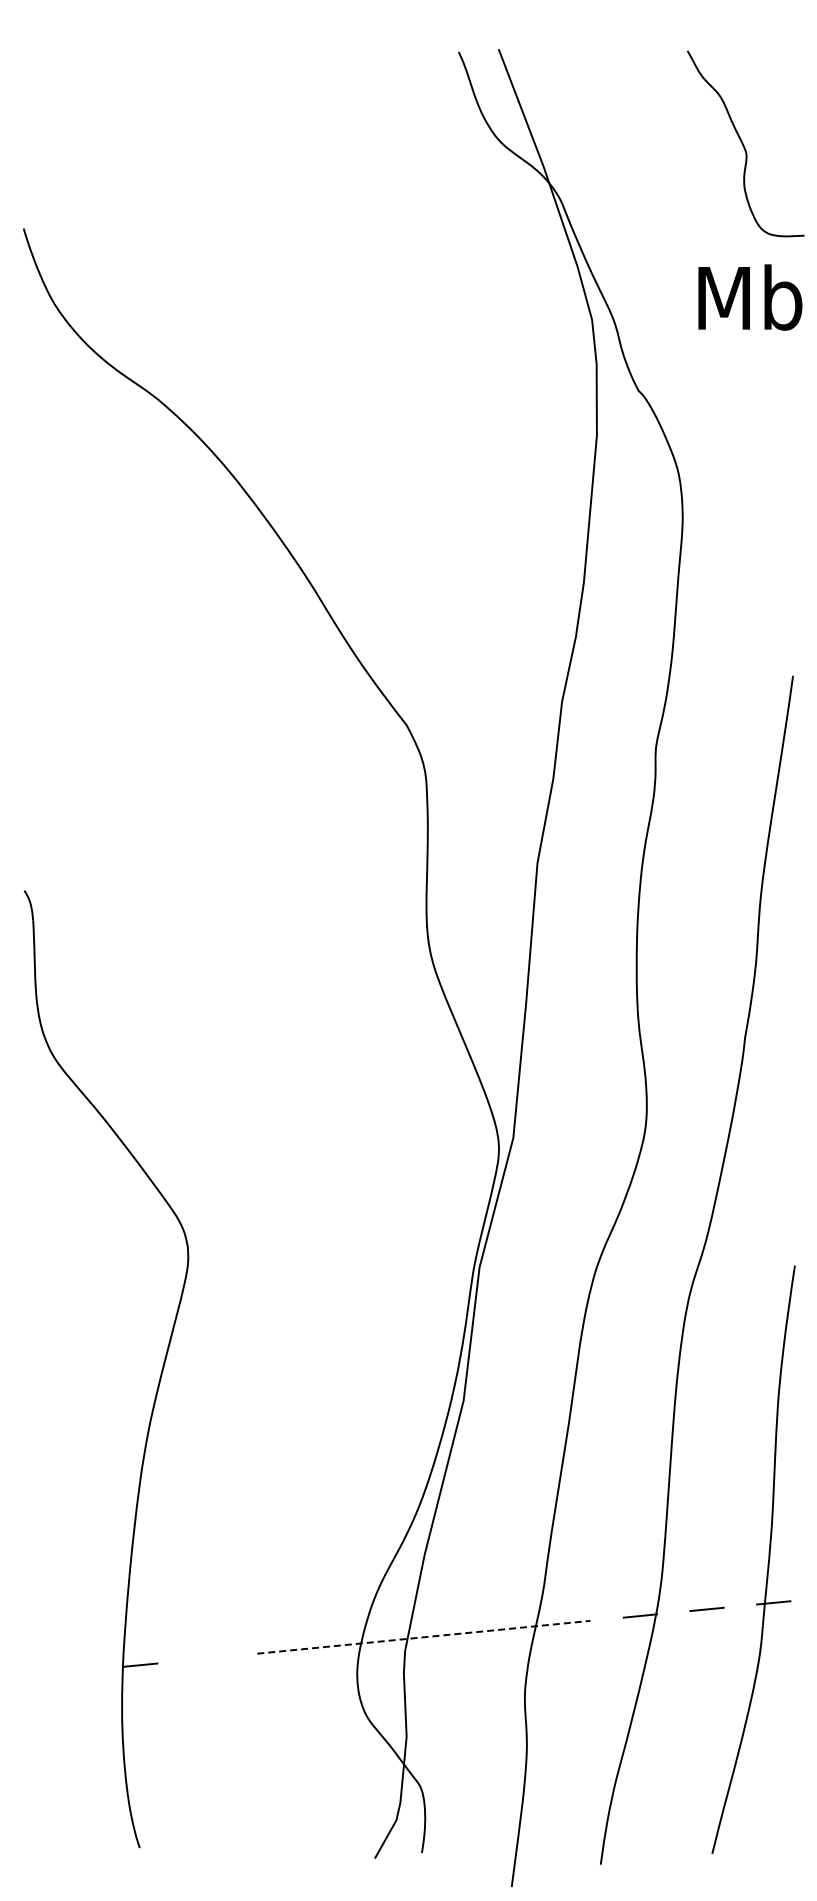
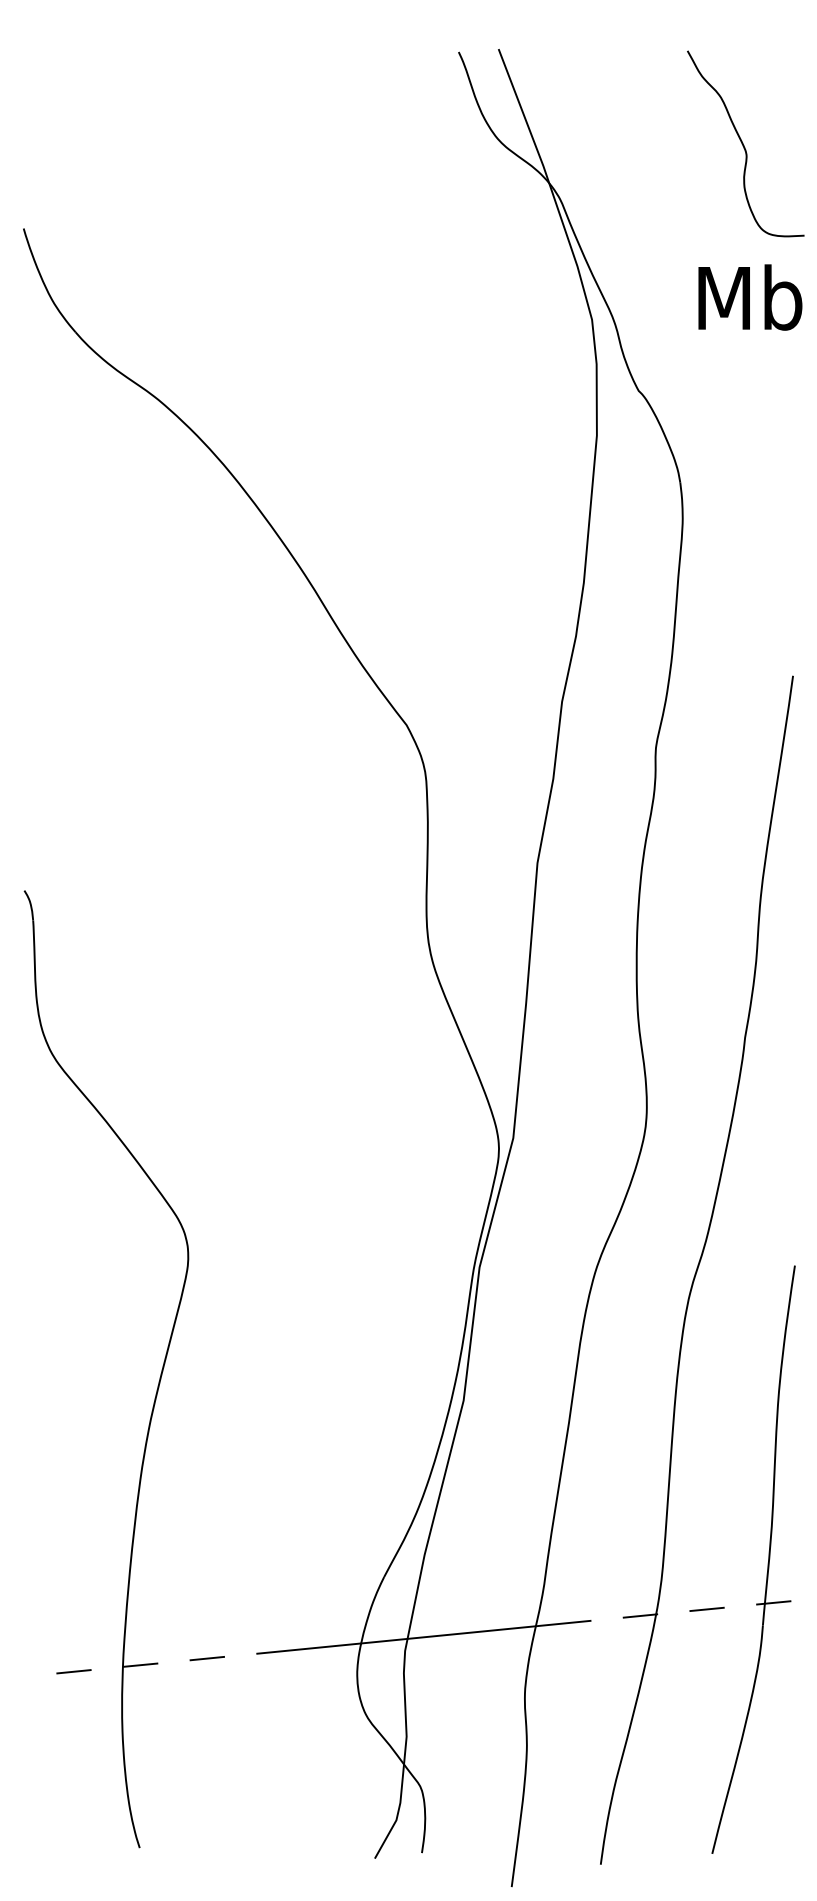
line at (424, 1637): dashed -> solid
line at (206, 1658): none -> present
line at (73, 1671): none -> present
